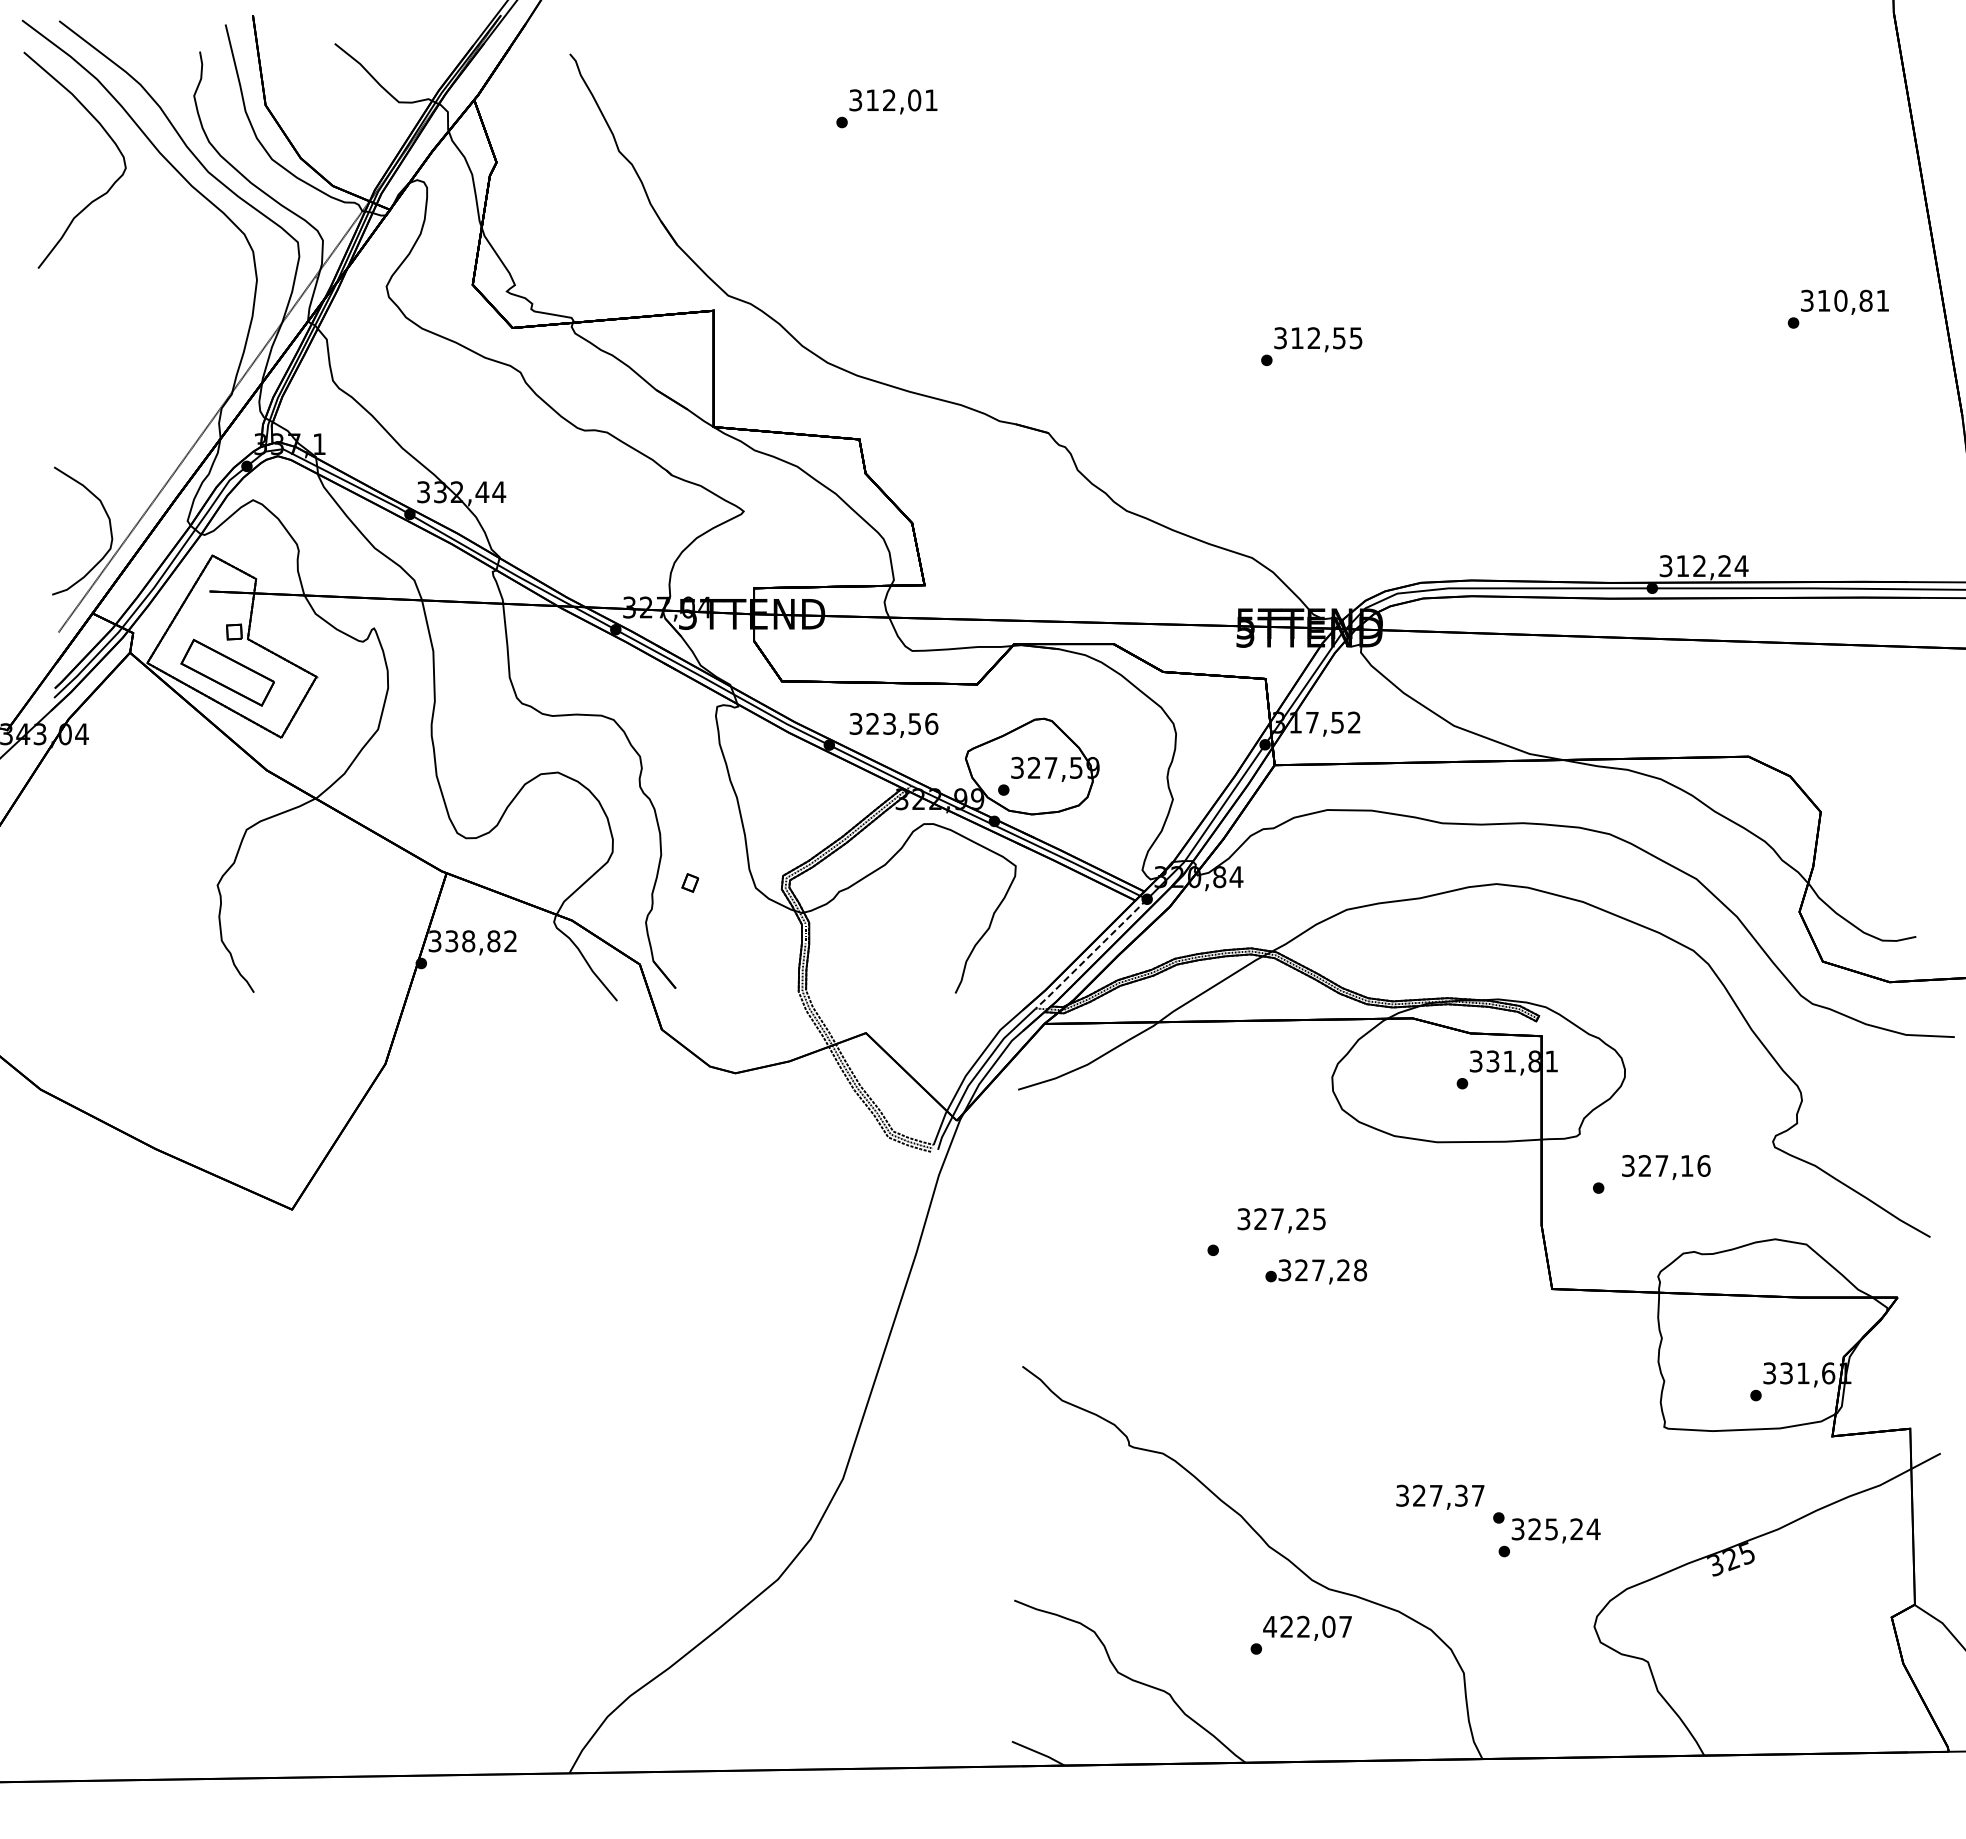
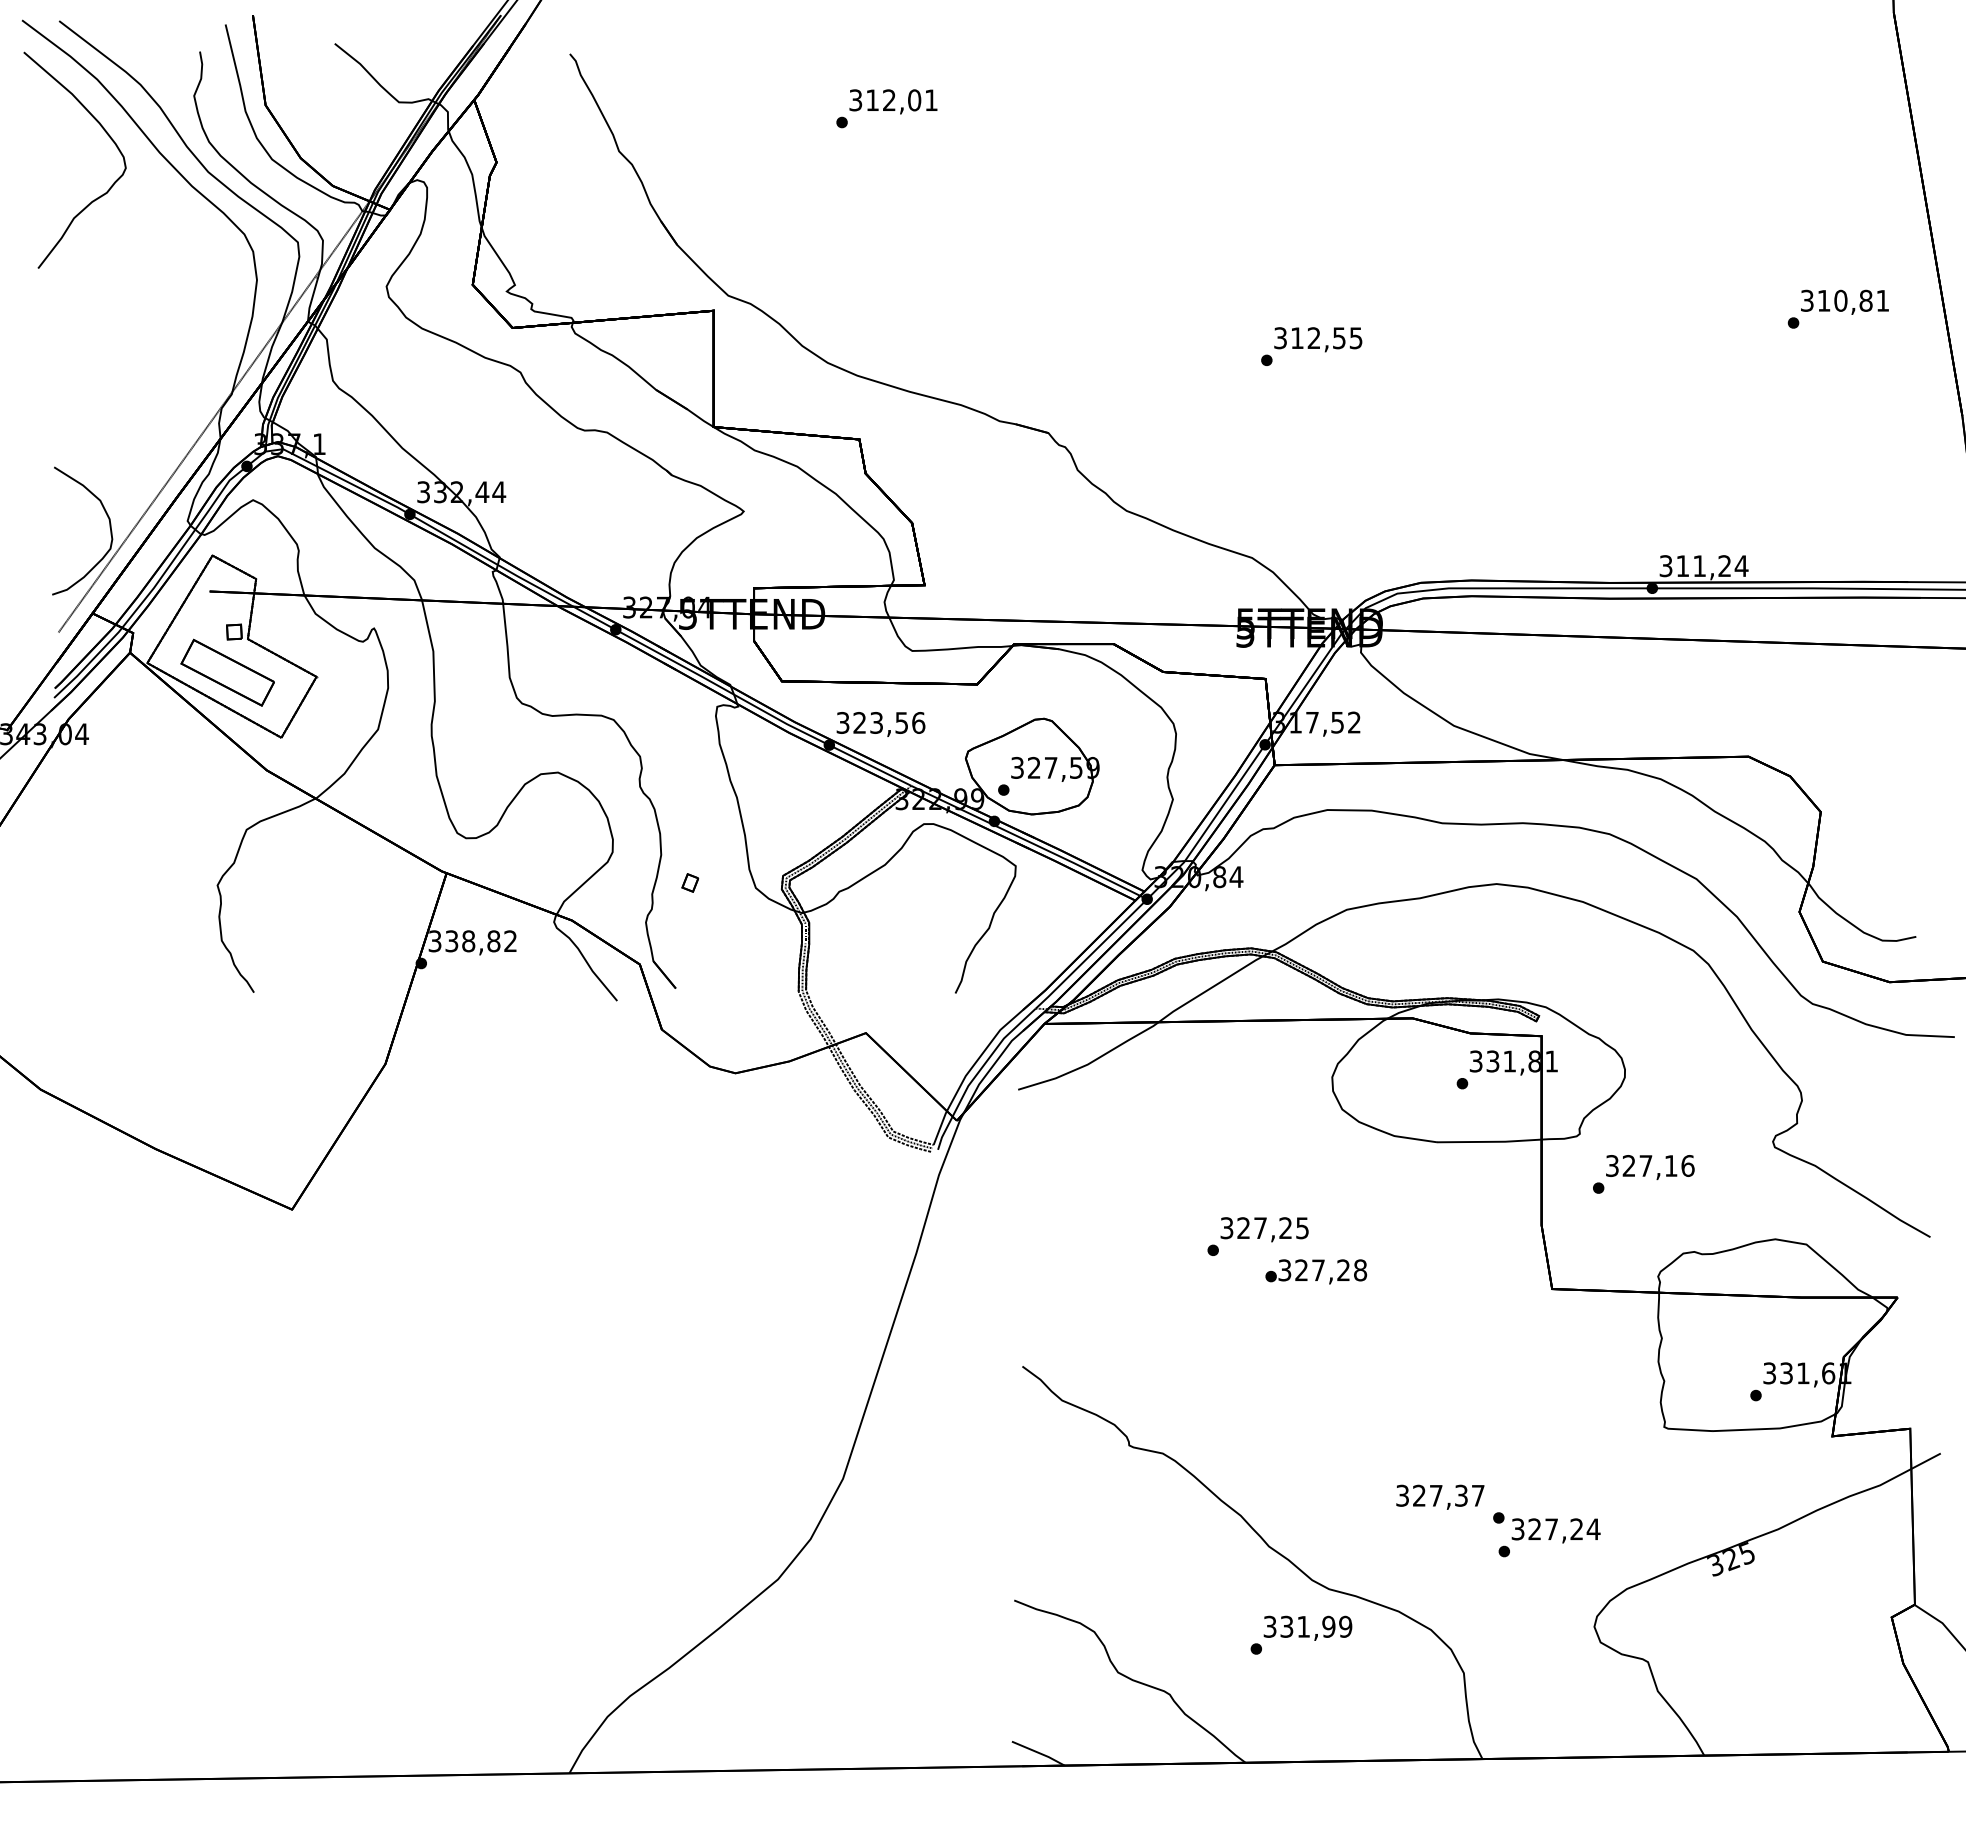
text at (1699, 565): 312,24 -> 311,24
text at (893, 725) position: (893, 725) -> (880, 724)
line at (1091, 954): dashed -> solid
text at (1666, 1167) position: (1666, 1167) -> (1650, 1167)
text at (1281, 1220) position: (1281, 1220) -> (1264, 1229)
text at (1551, 1529): 325,24 -> 327,24
text at (1307, 1626): 422,07 -> 331,99
